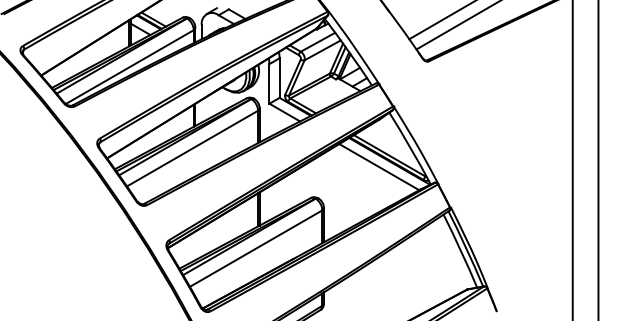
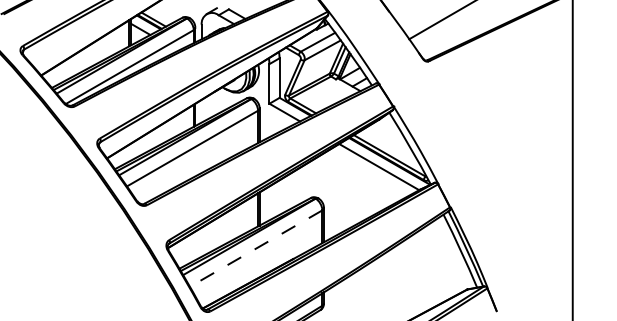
line at (457, 25): present -> none
line at (598, 159): present -> none
line at (255, 248): solid -> dashed
